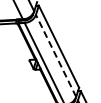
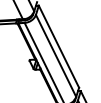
line at (56, 55): dashed -> solid
